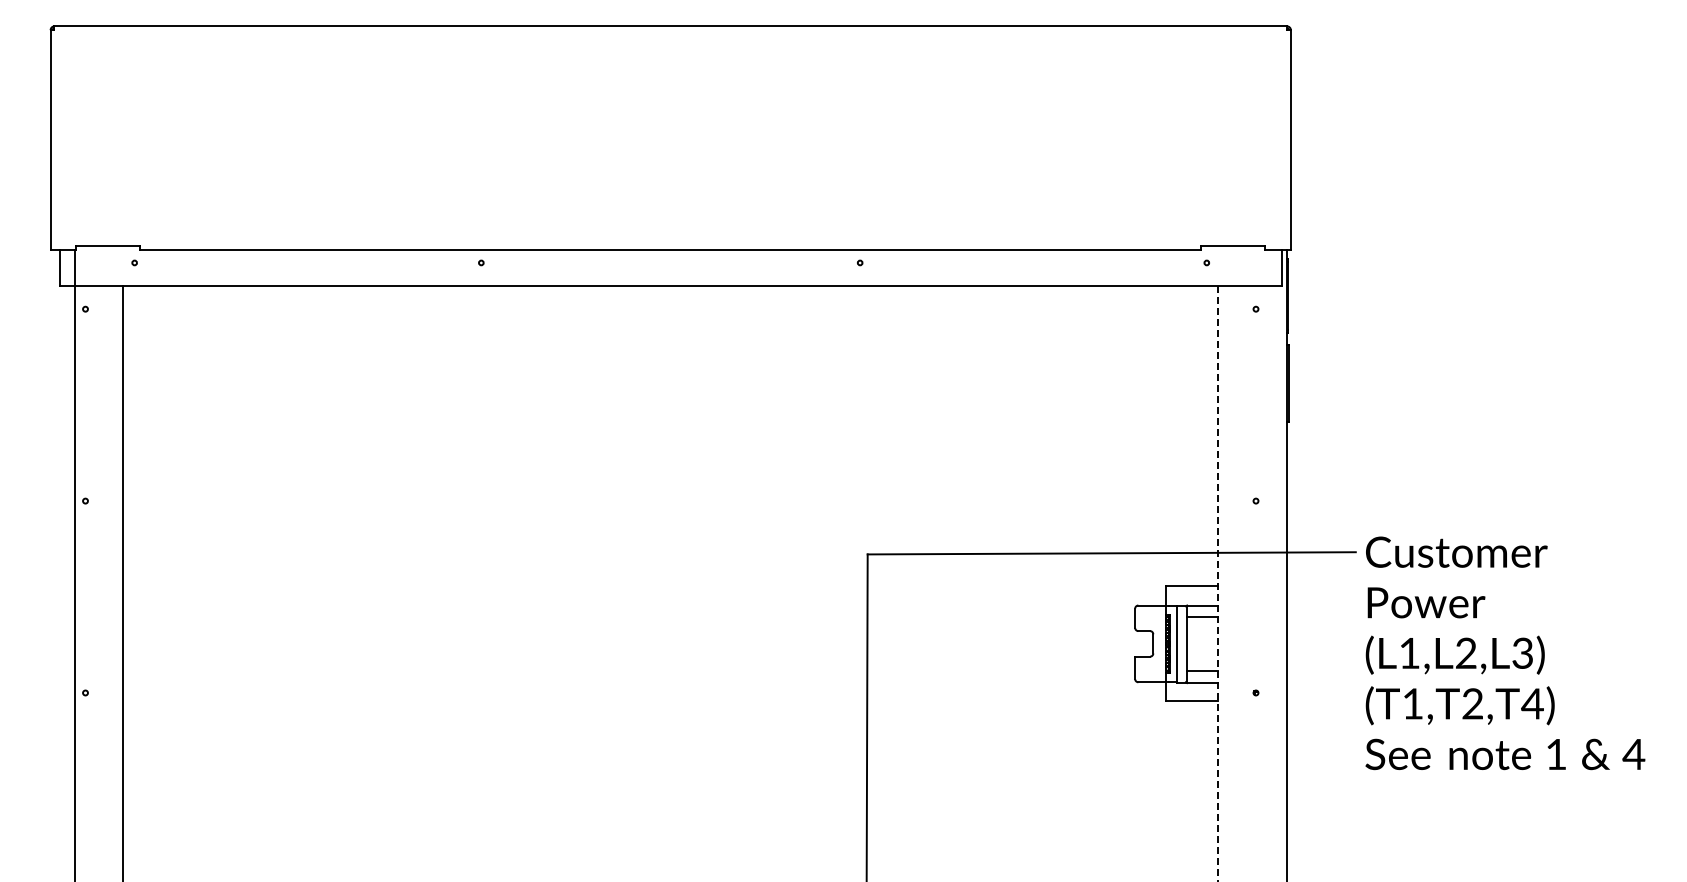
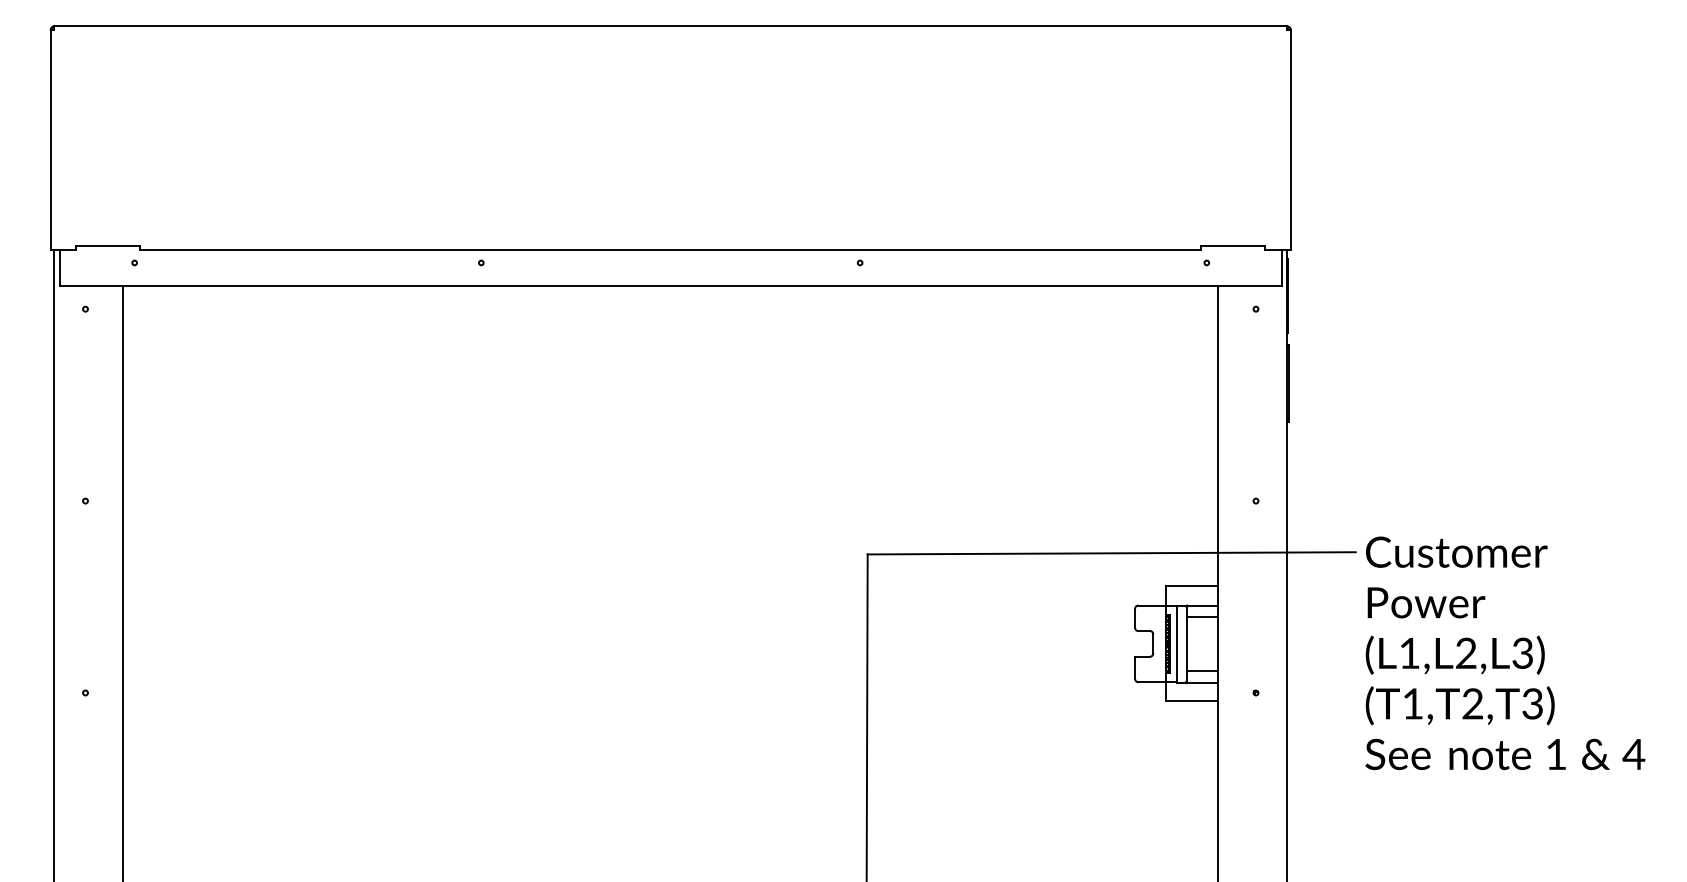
line at (75, 563) position: (75, 563) -> (54, 563)
line at (1218, 583): dashed -> solid
text at (1532, 703): (T1,T2,T4) -> (T1,T2,T3)
